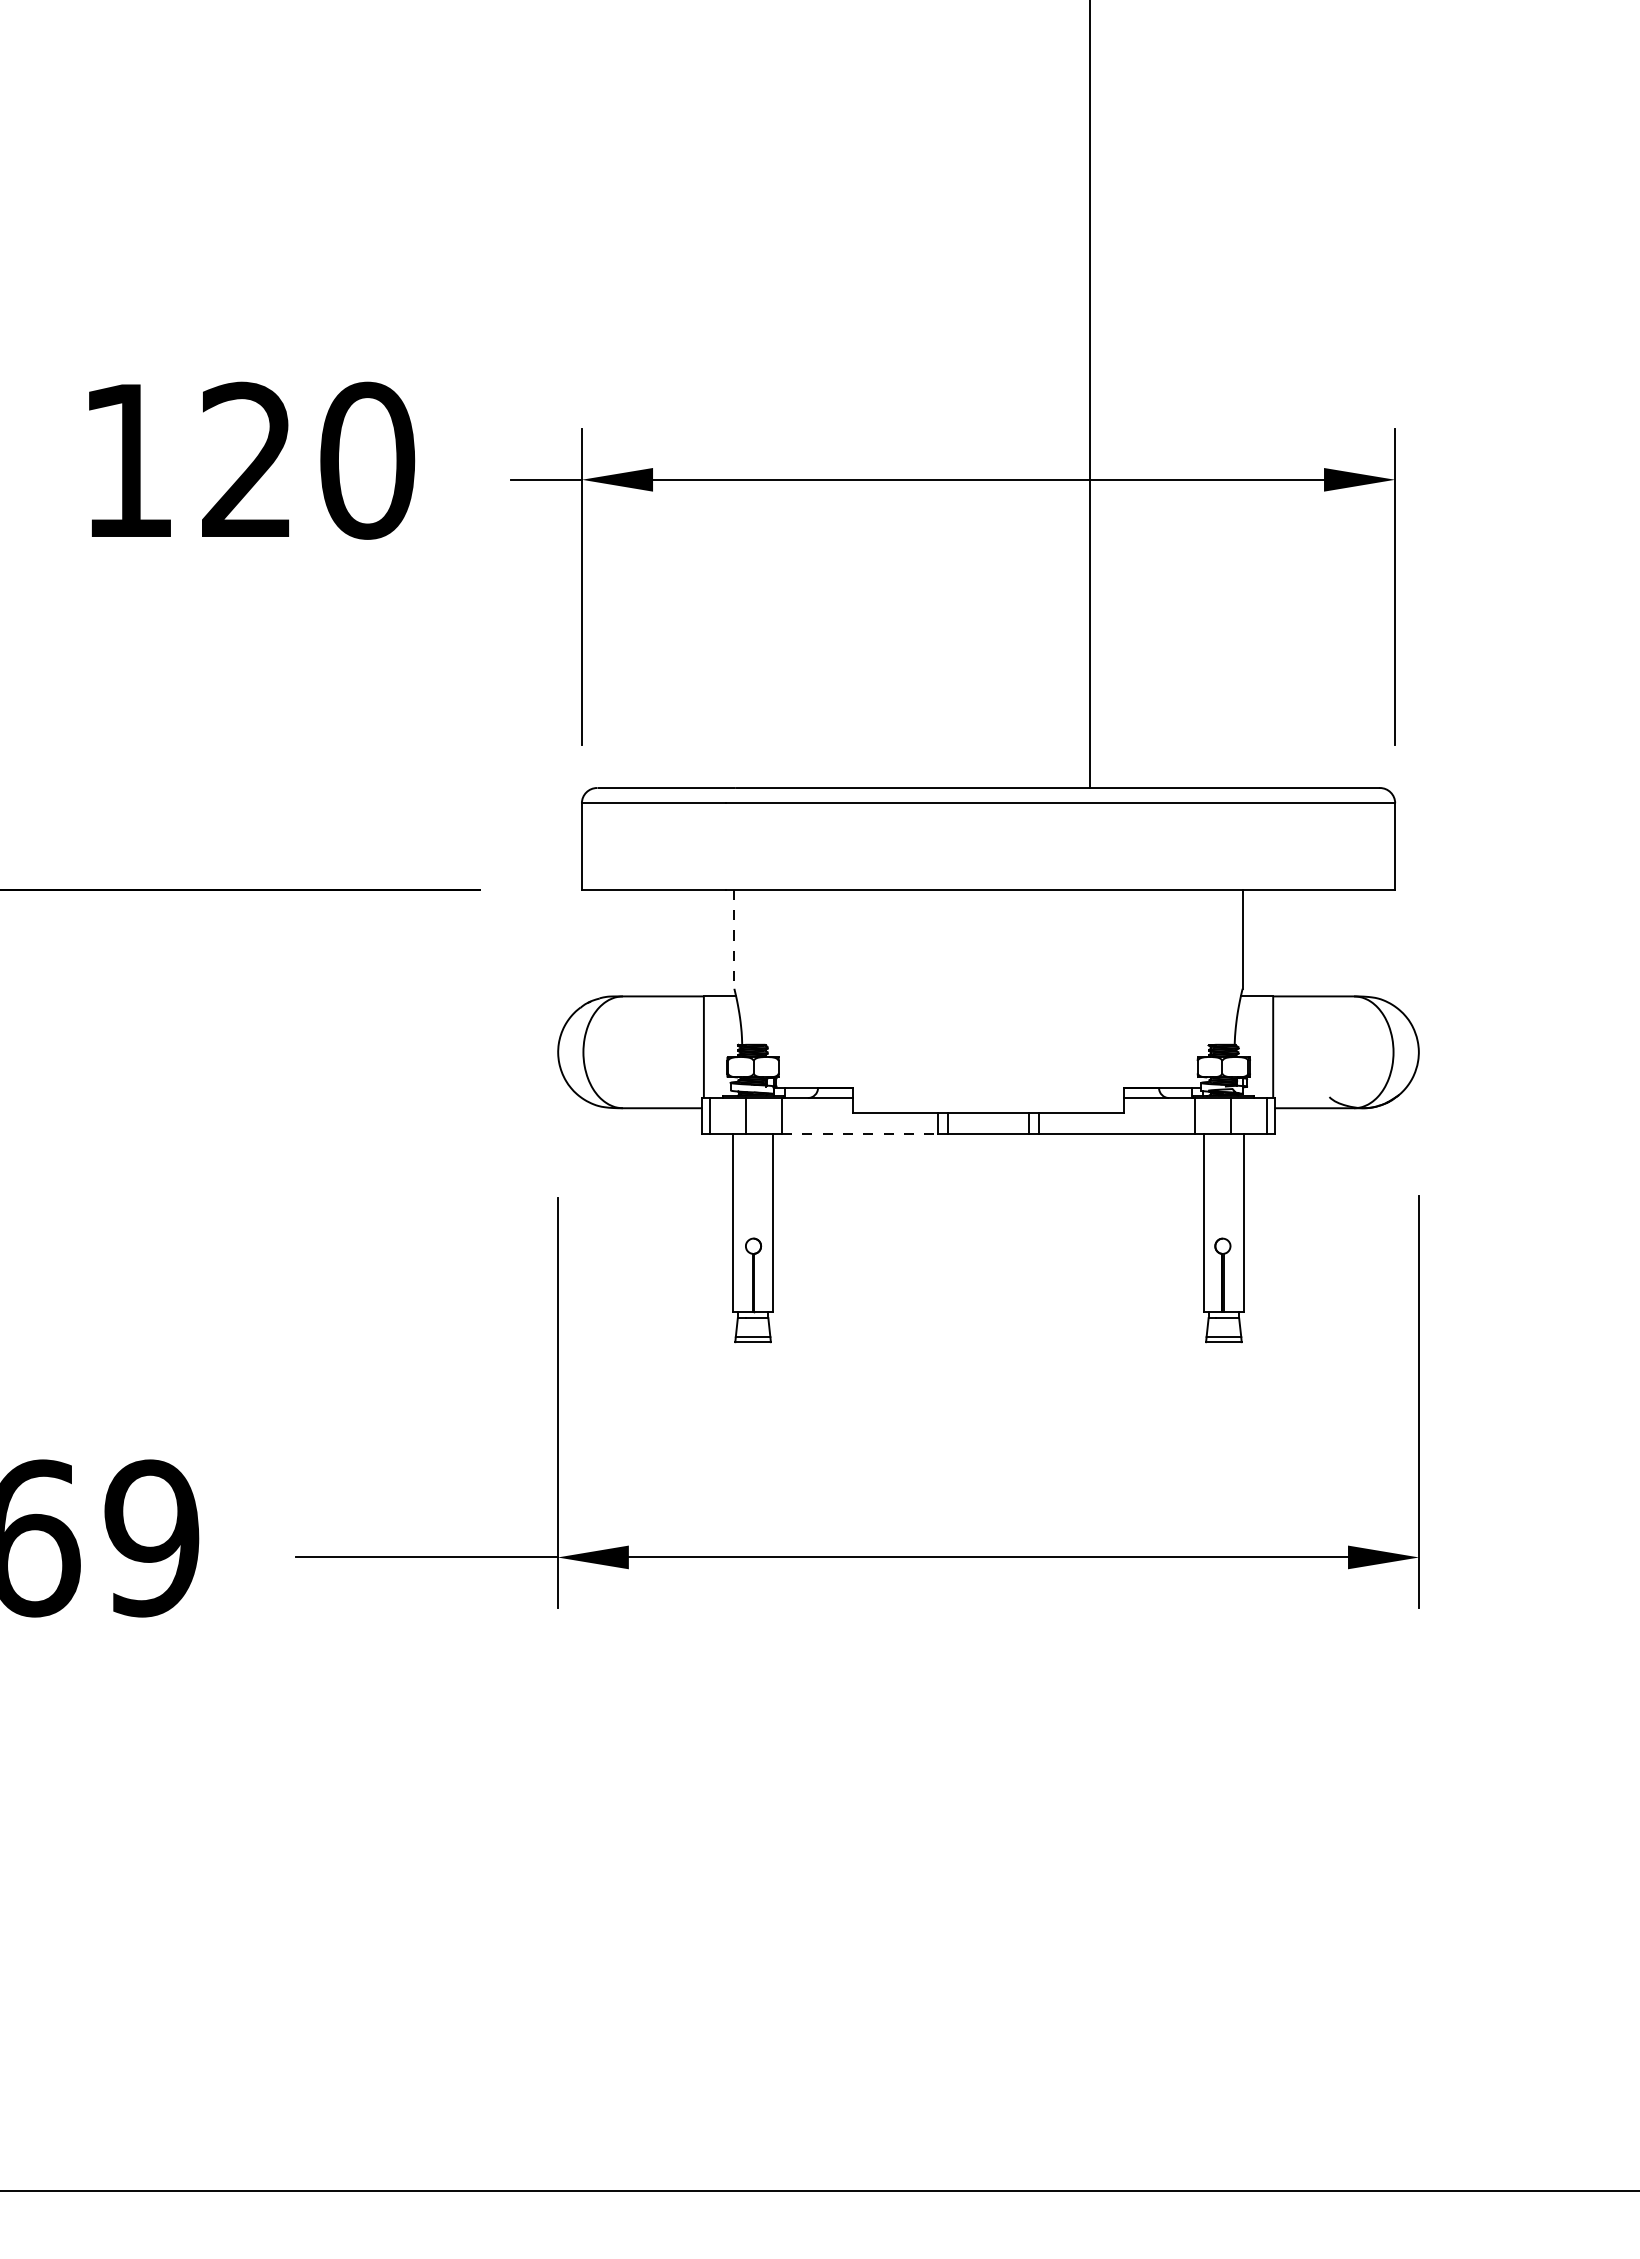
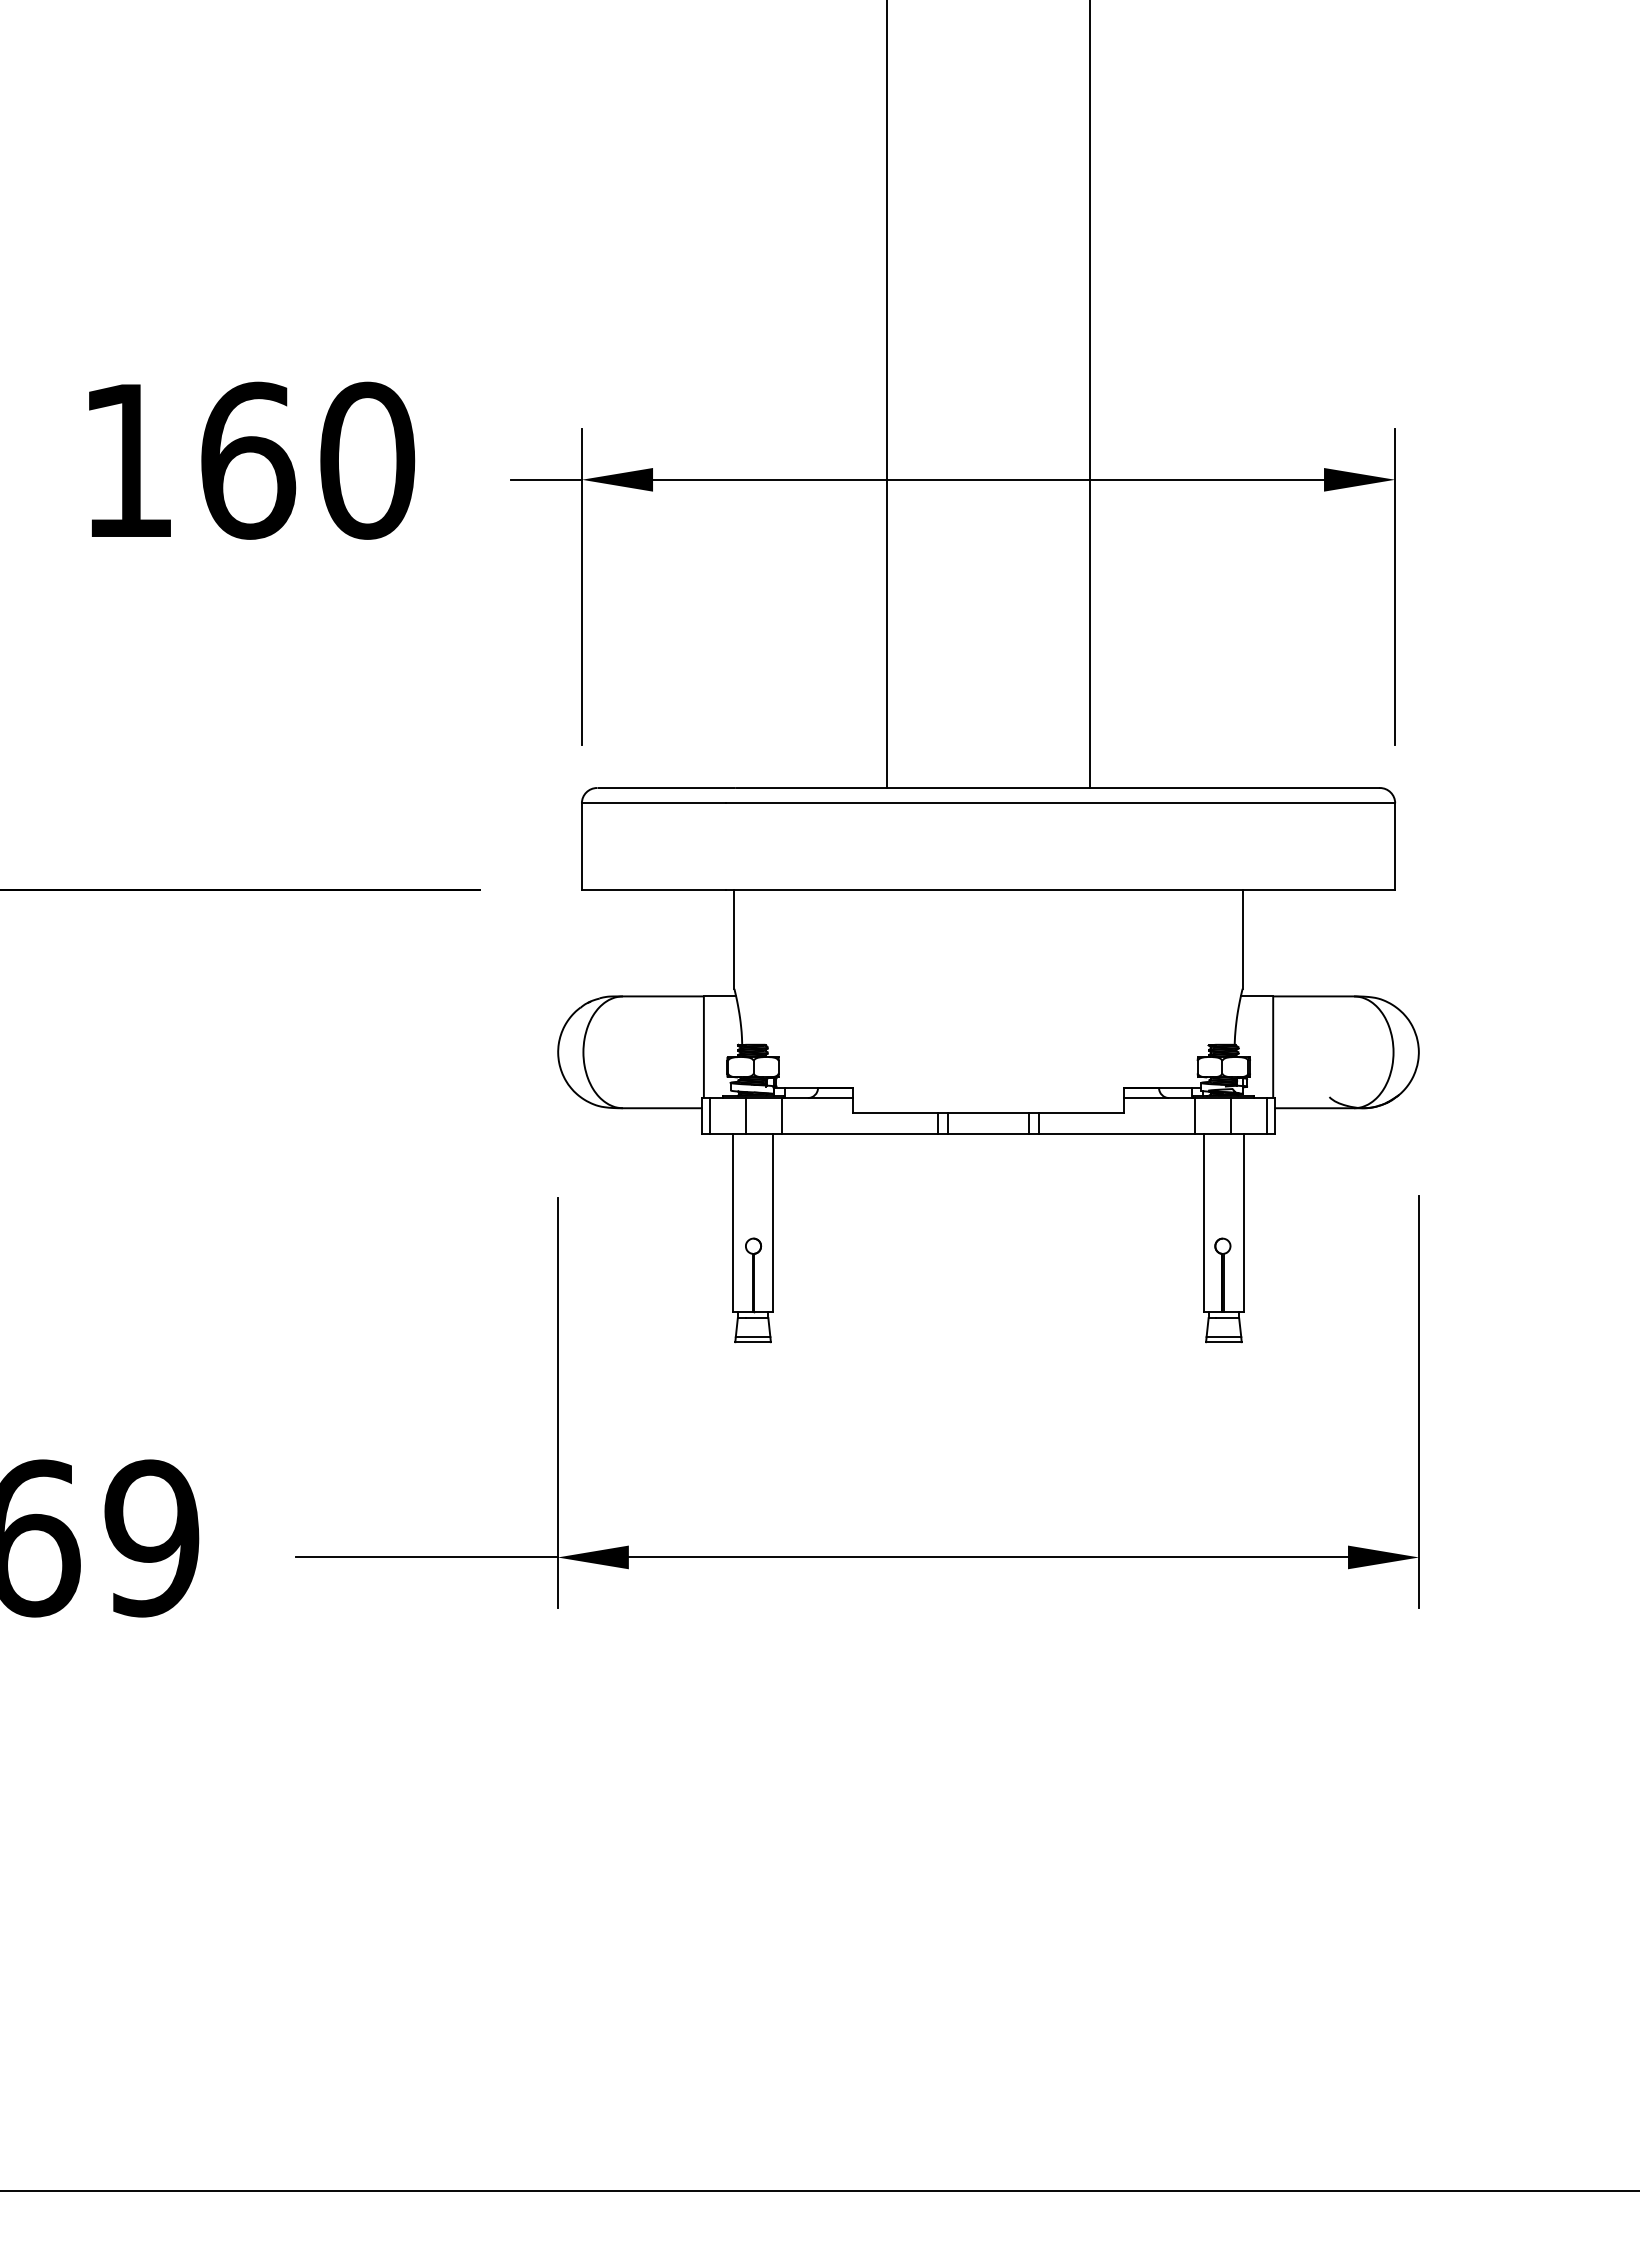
line at (886, 395): none -> present
text at (248, 460): 120 -> 160
line at (734, 939): dashed -> solid
line at (859, 1133): dashed -> solid
